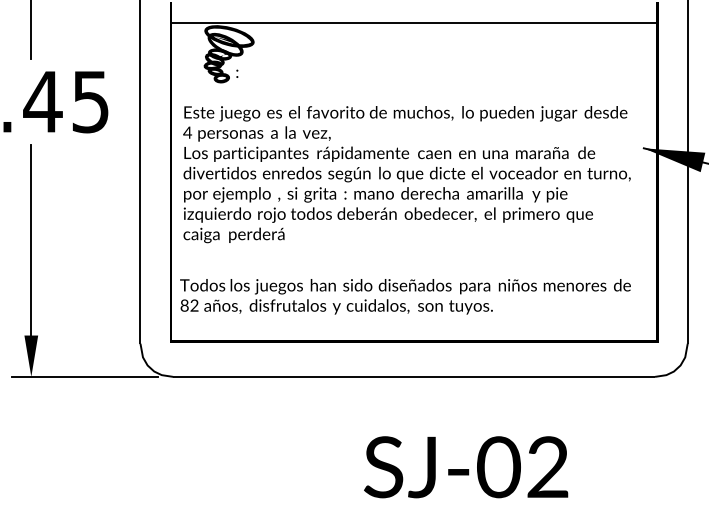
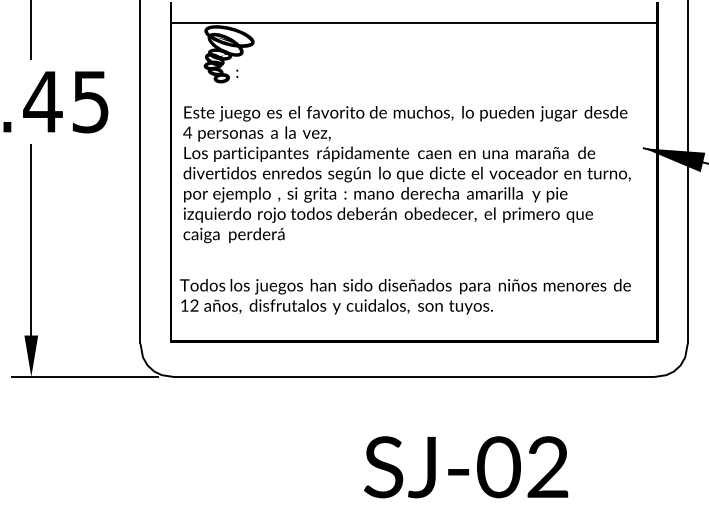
text at (184, 305): 82 -> 12
